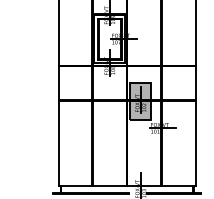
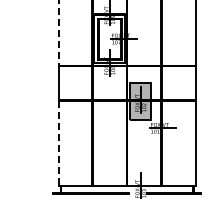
line at (58, 33): solid -> dashed
line at (58, 143): solid -> dashed
